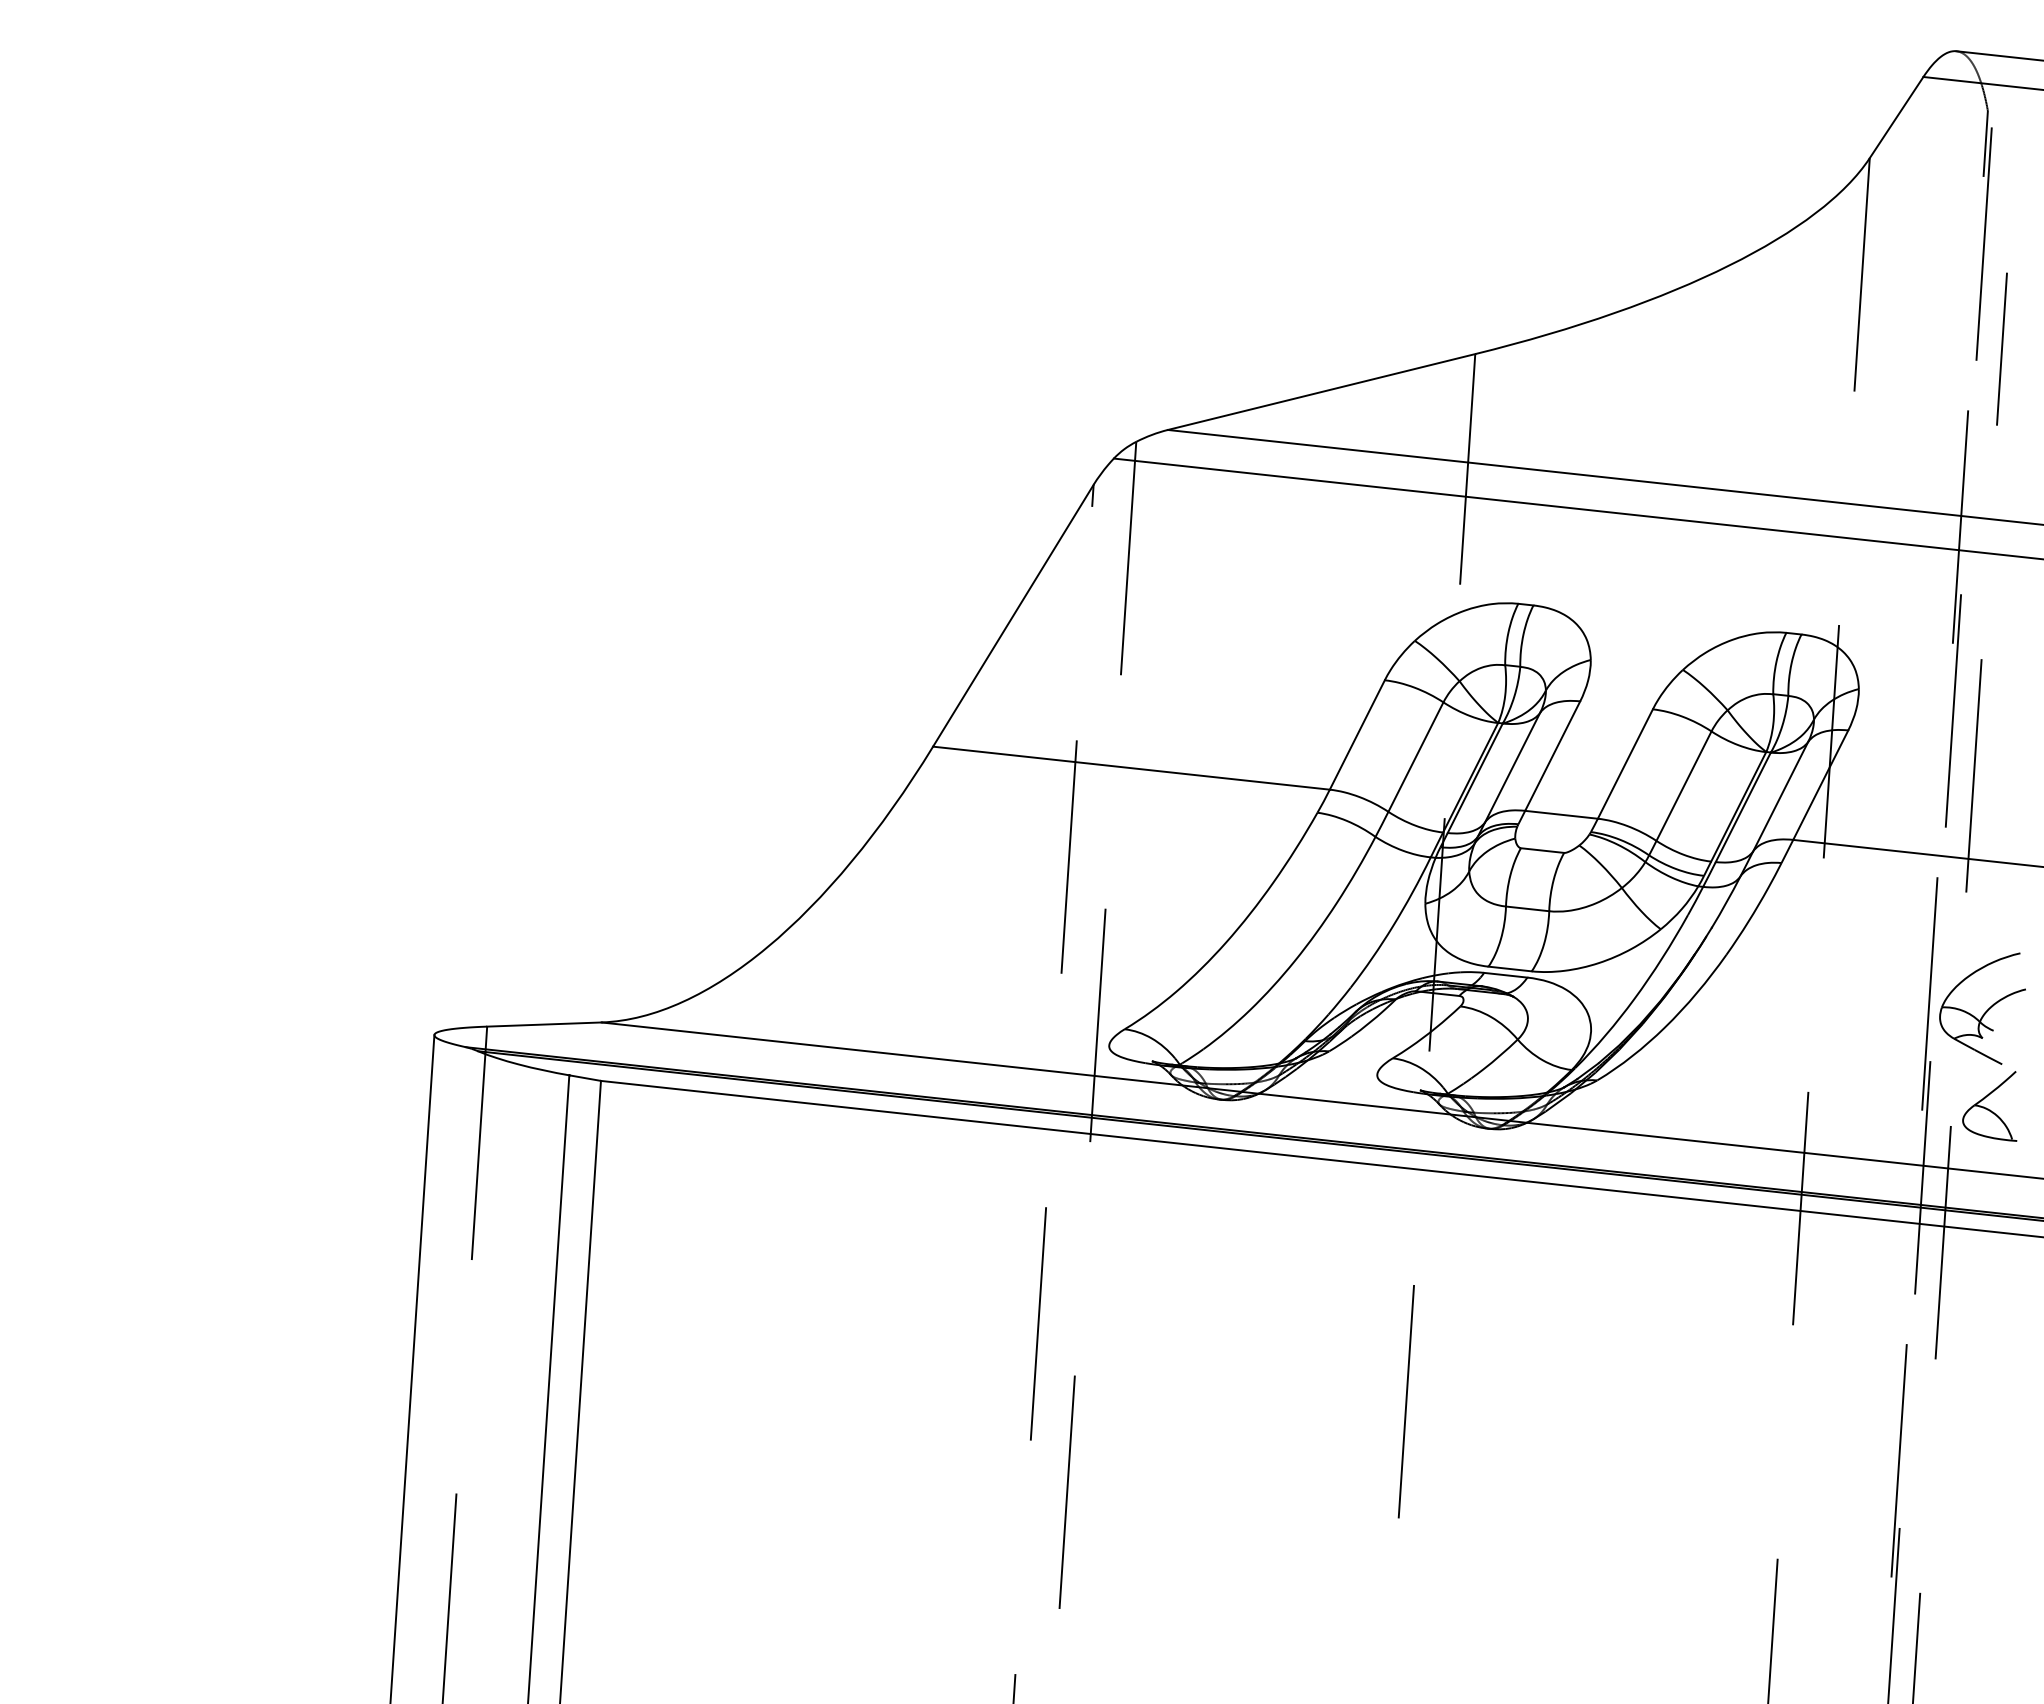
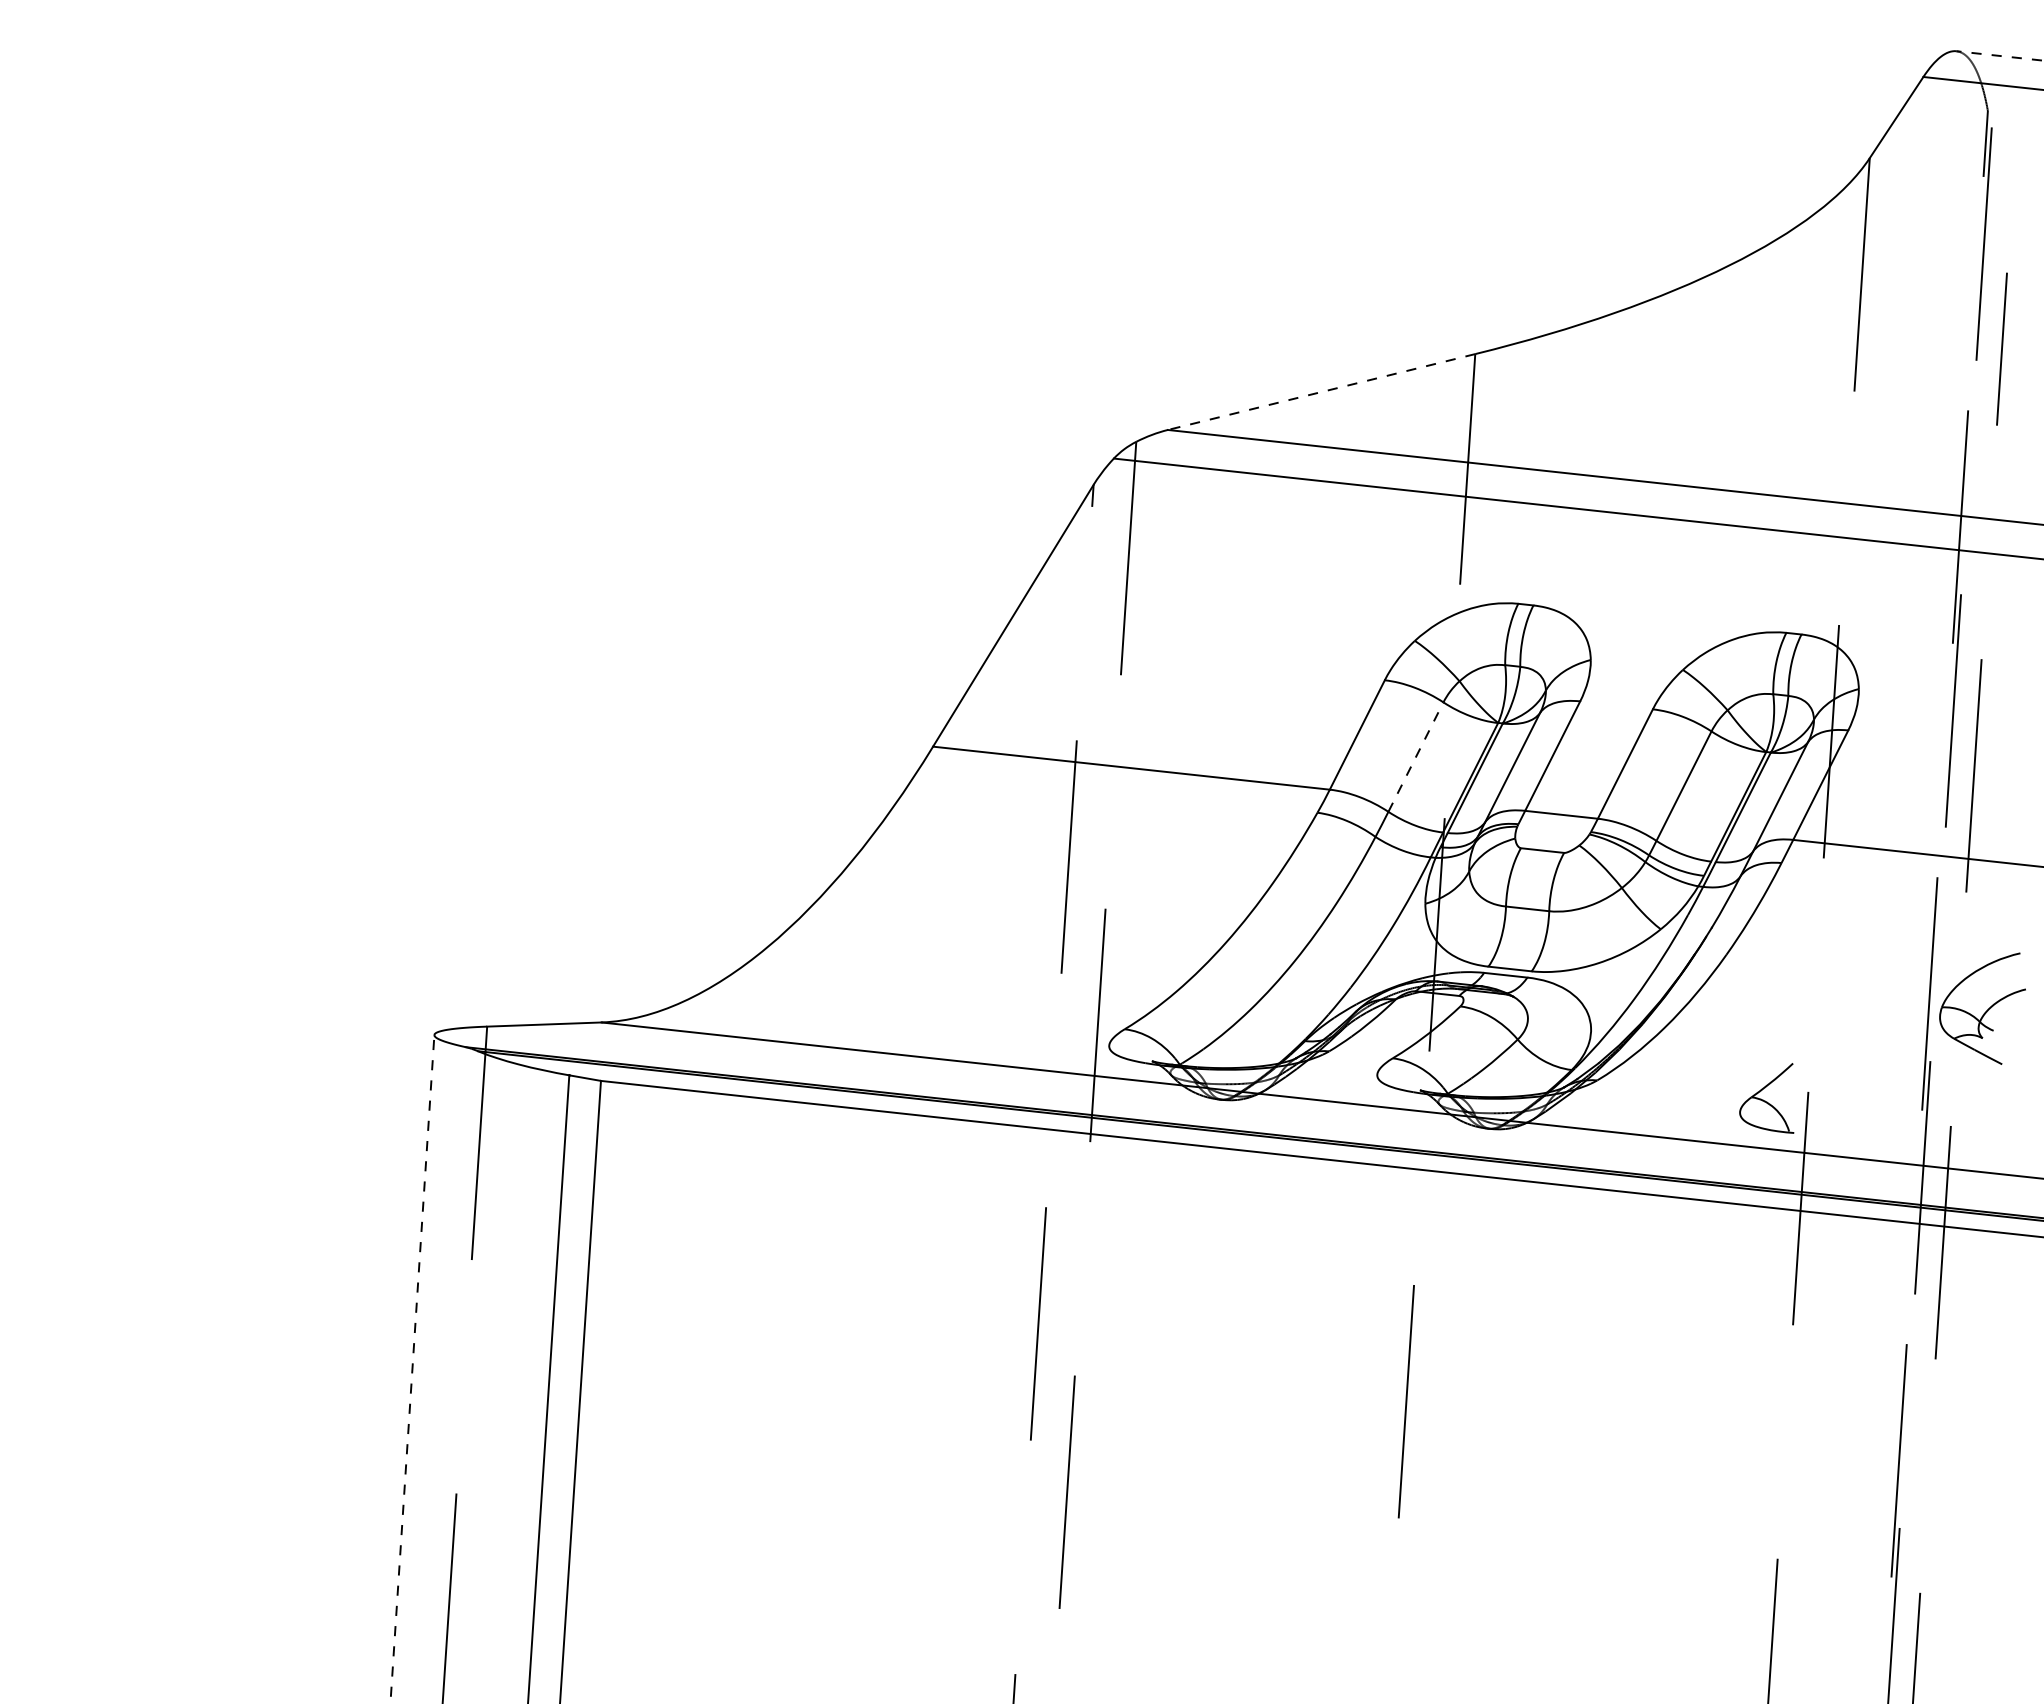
line at (2000, 55): solid -> dashed
line at (1321, 392): solid -> dashed
line at (1416, 756): solid -> dashed
part at (1989, 1106) position: (1989, 1106) -> (1766, 1098)
line at (412, 1369): solid -> dashed
